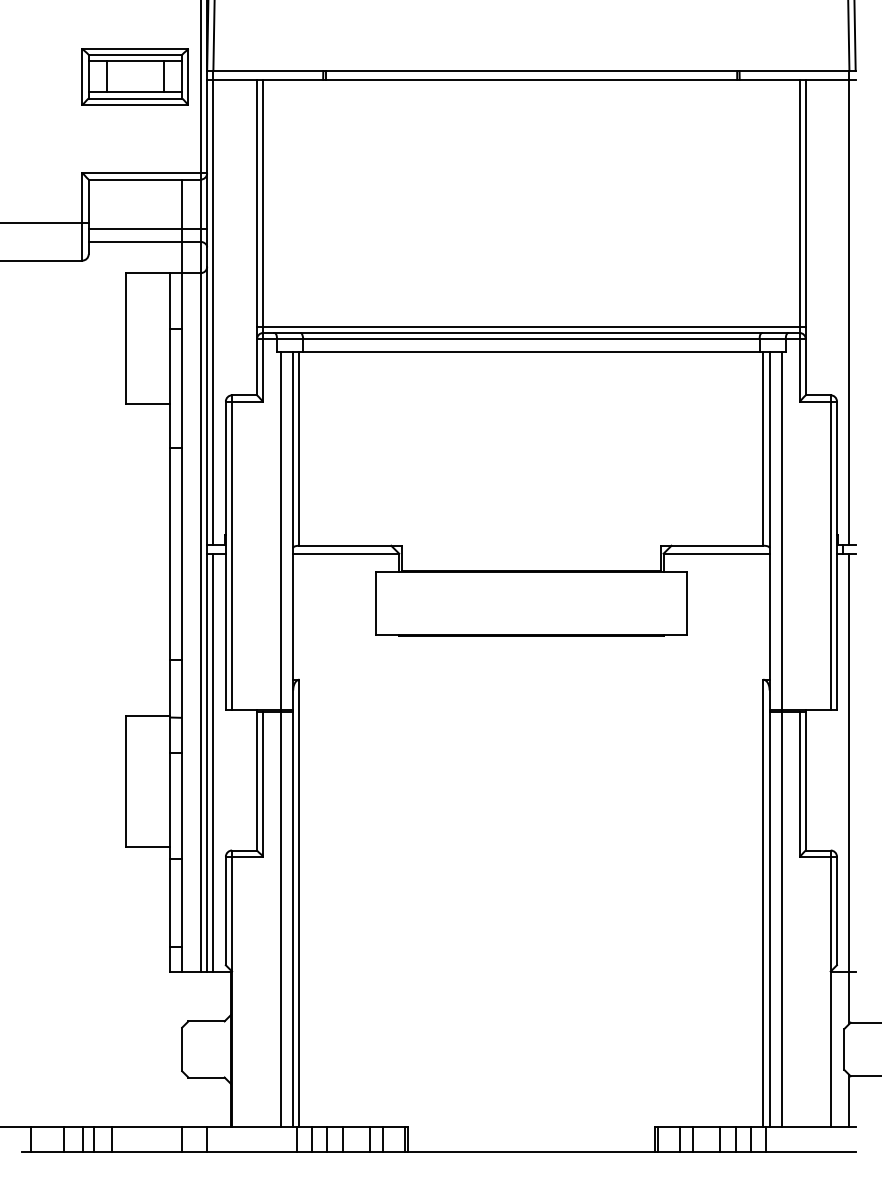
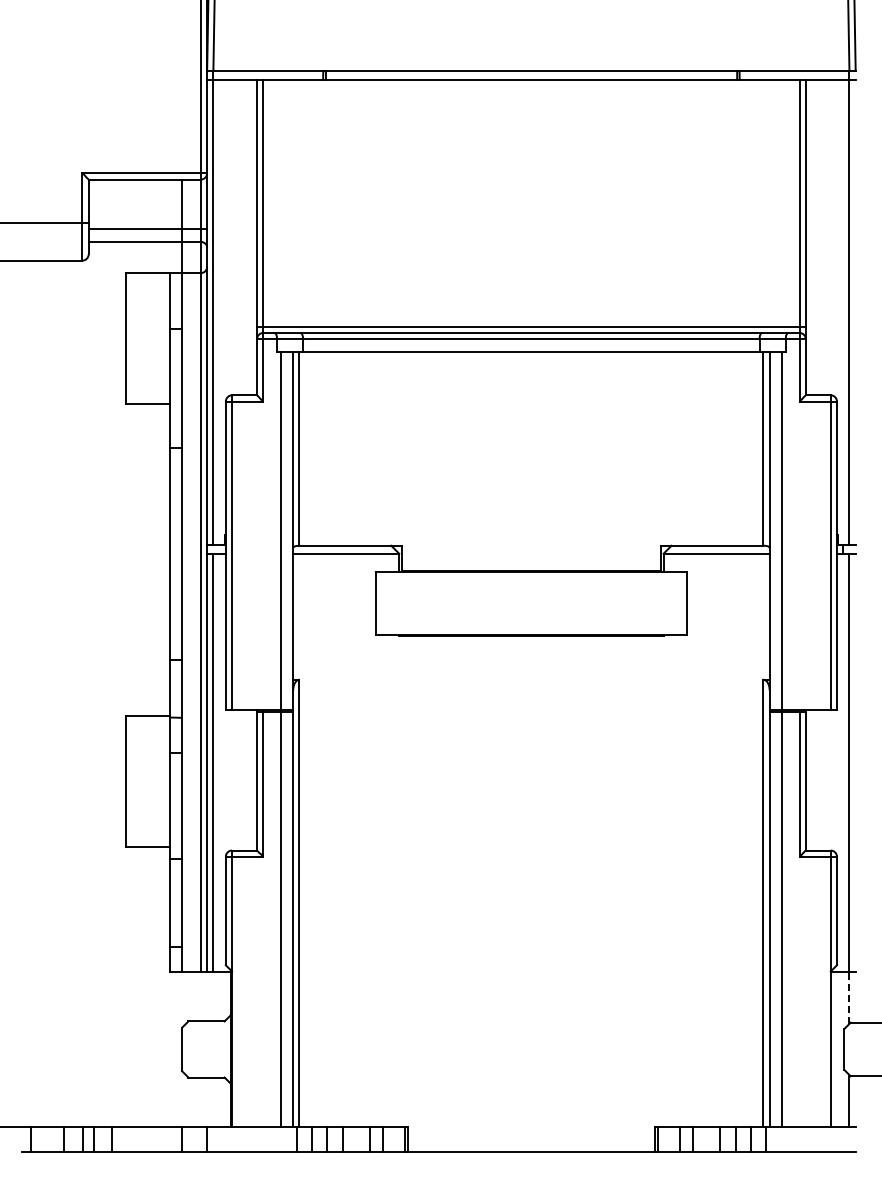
part at (134, 76): present -> none
line at (849, 997): solid -> dashed
